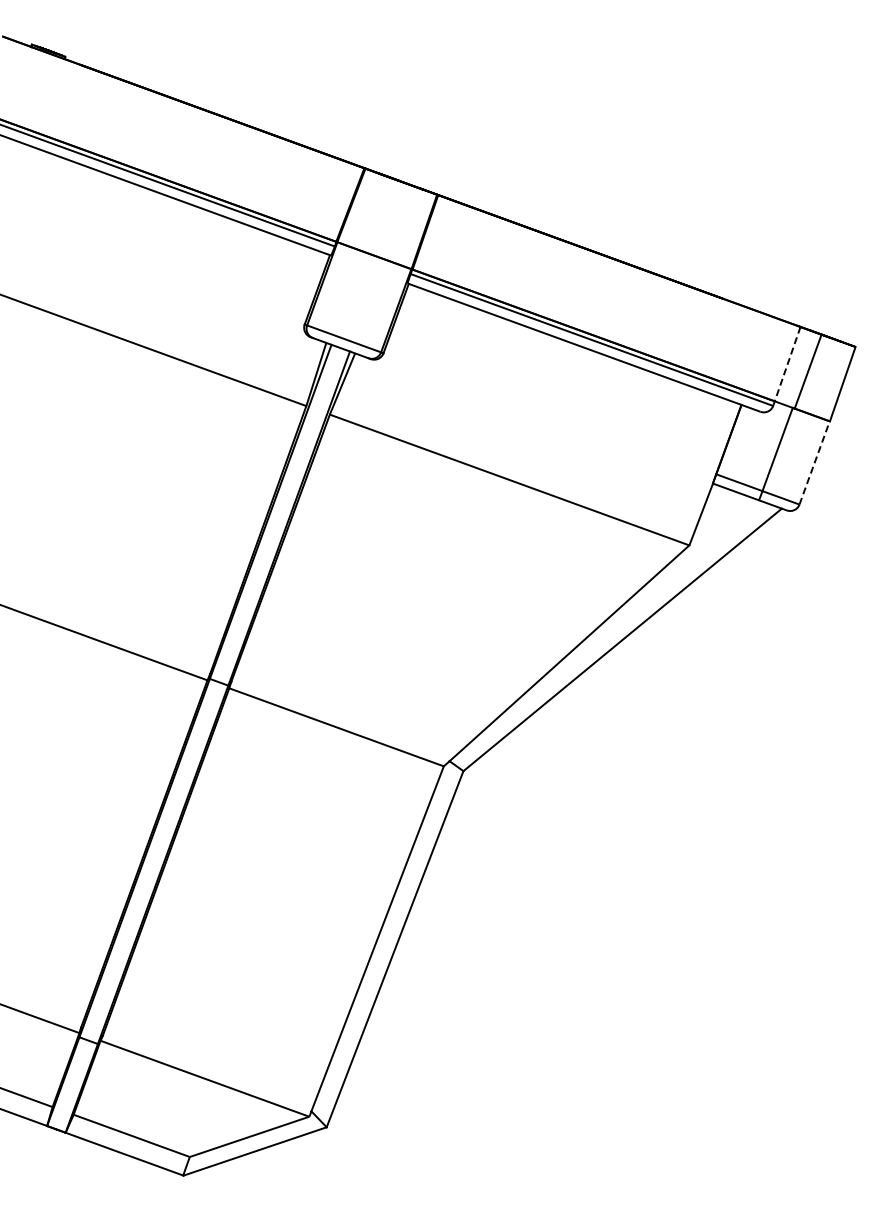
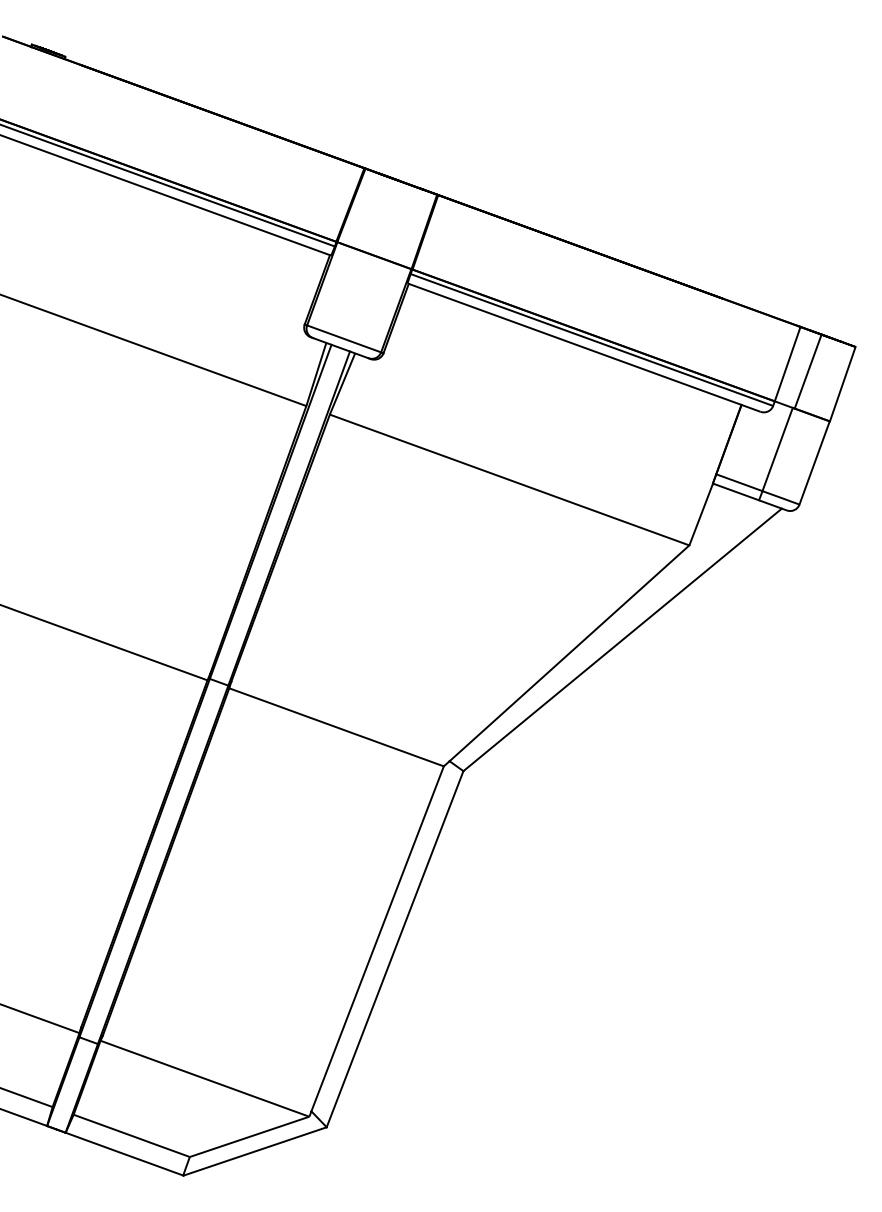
line at (787, 364): dashed -> solid
line at (814, 462): dashed -> solid
